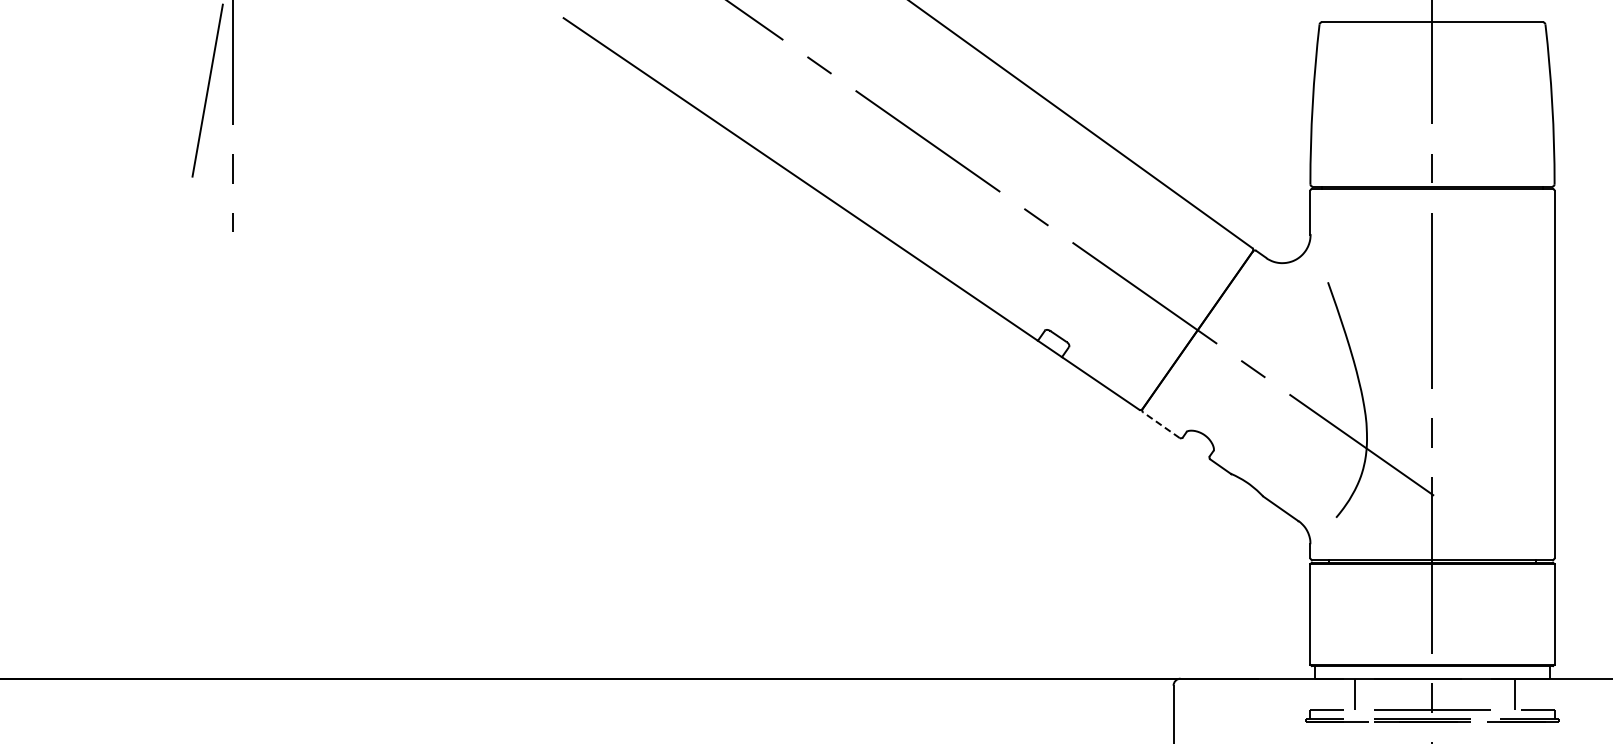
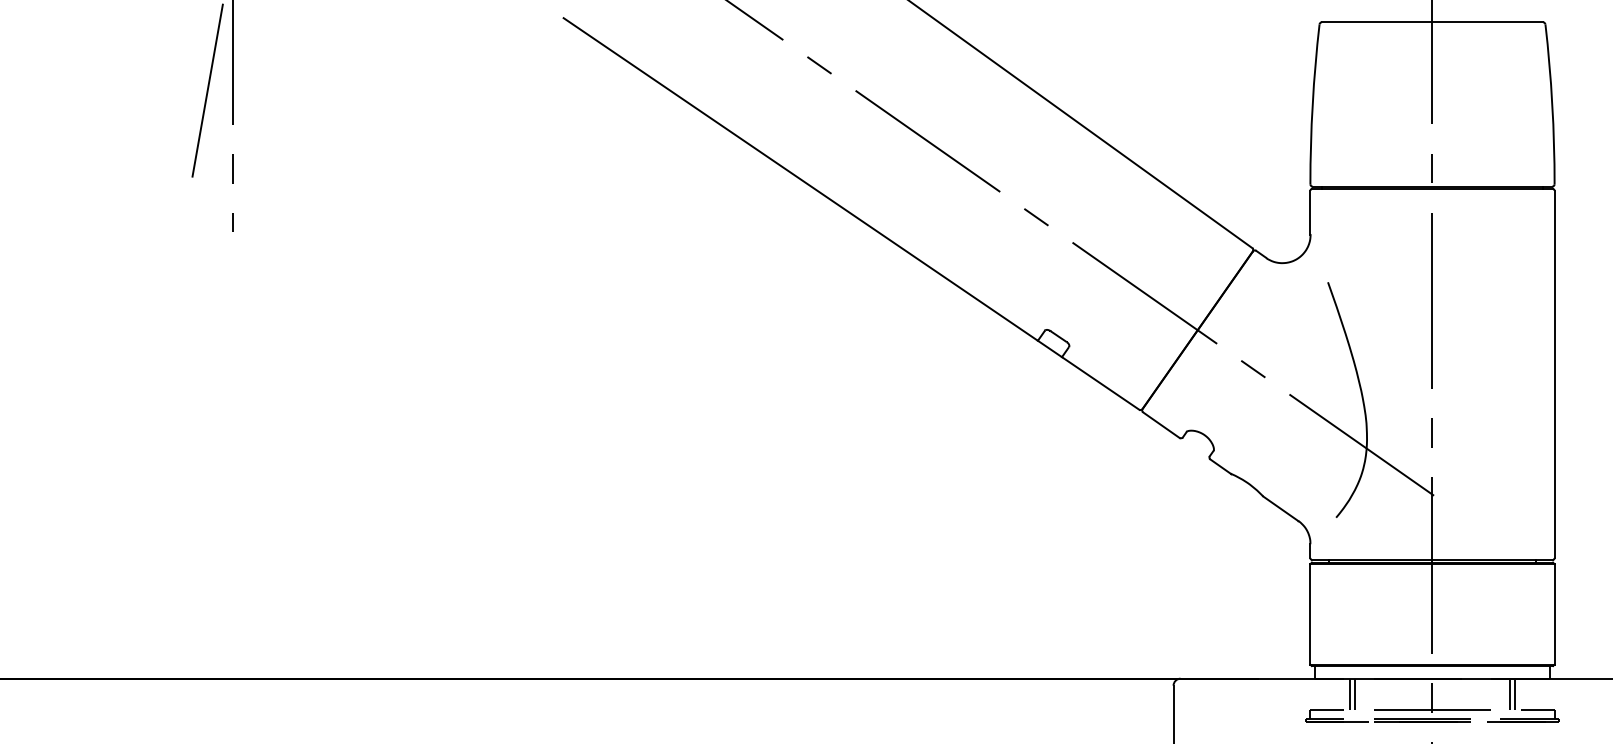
line at (1160, 424): dashed -> solid
line at (1350, 693): none -> present
line at (1509, 693): none -> present
